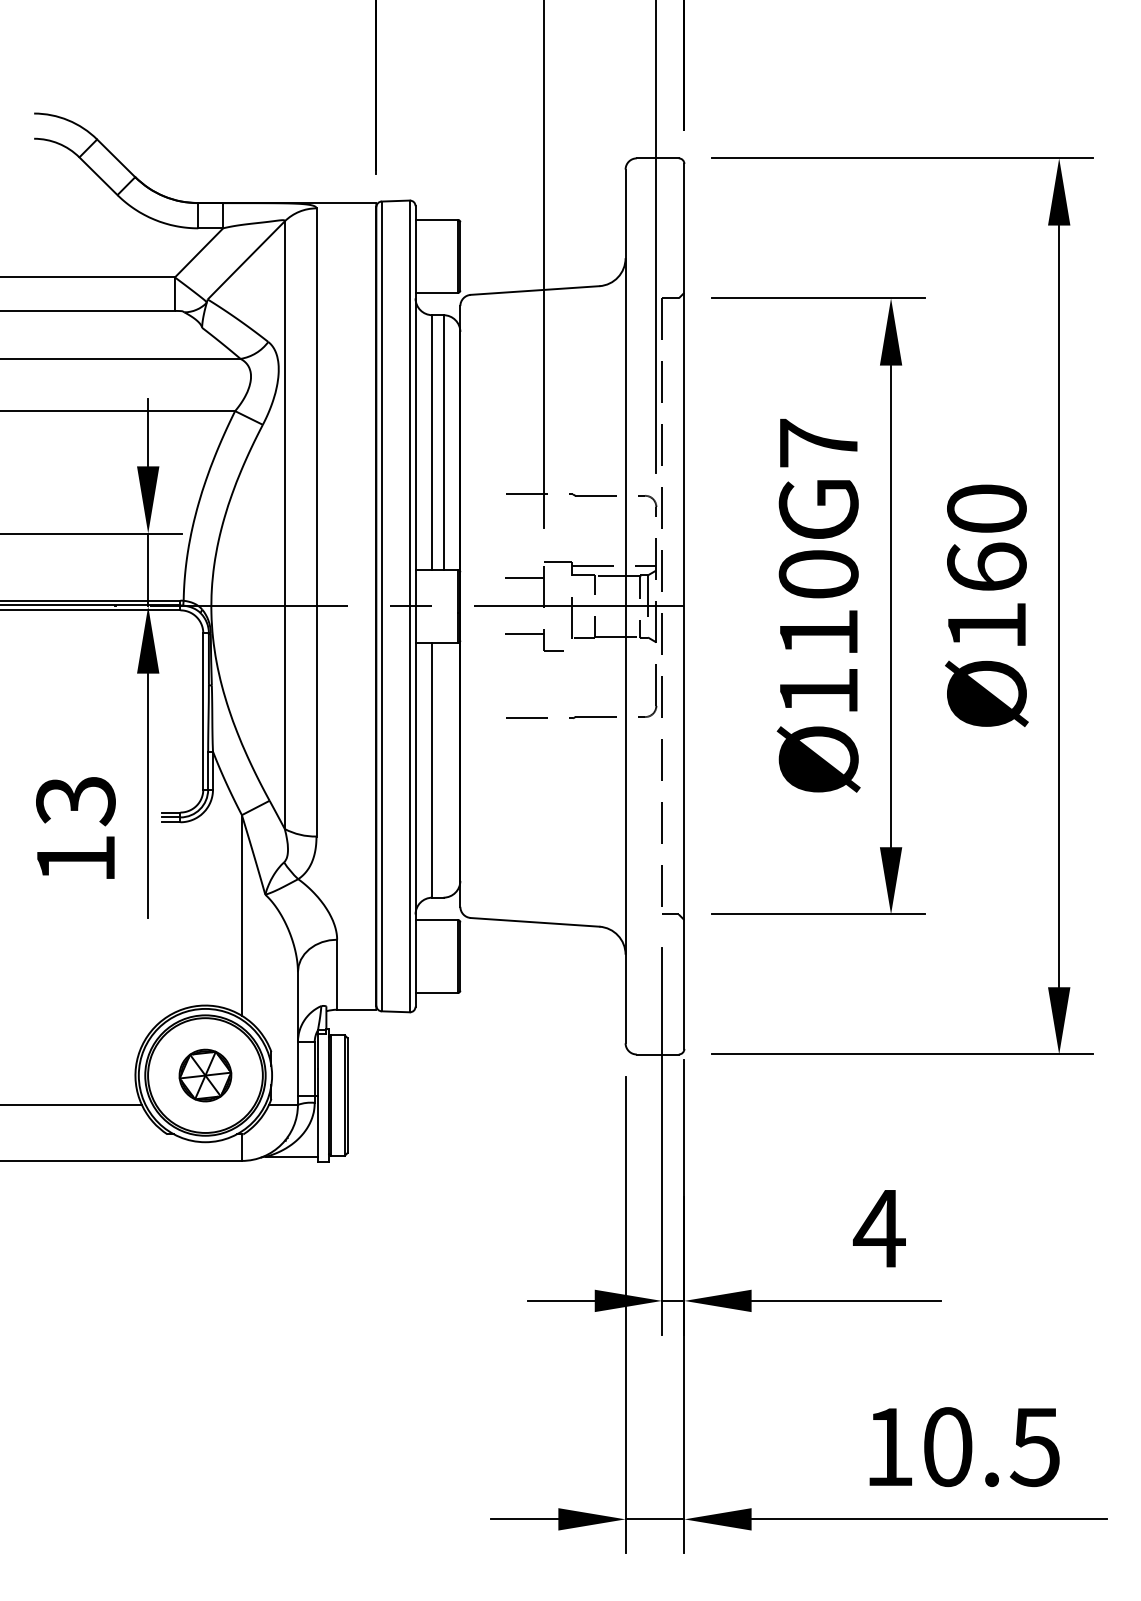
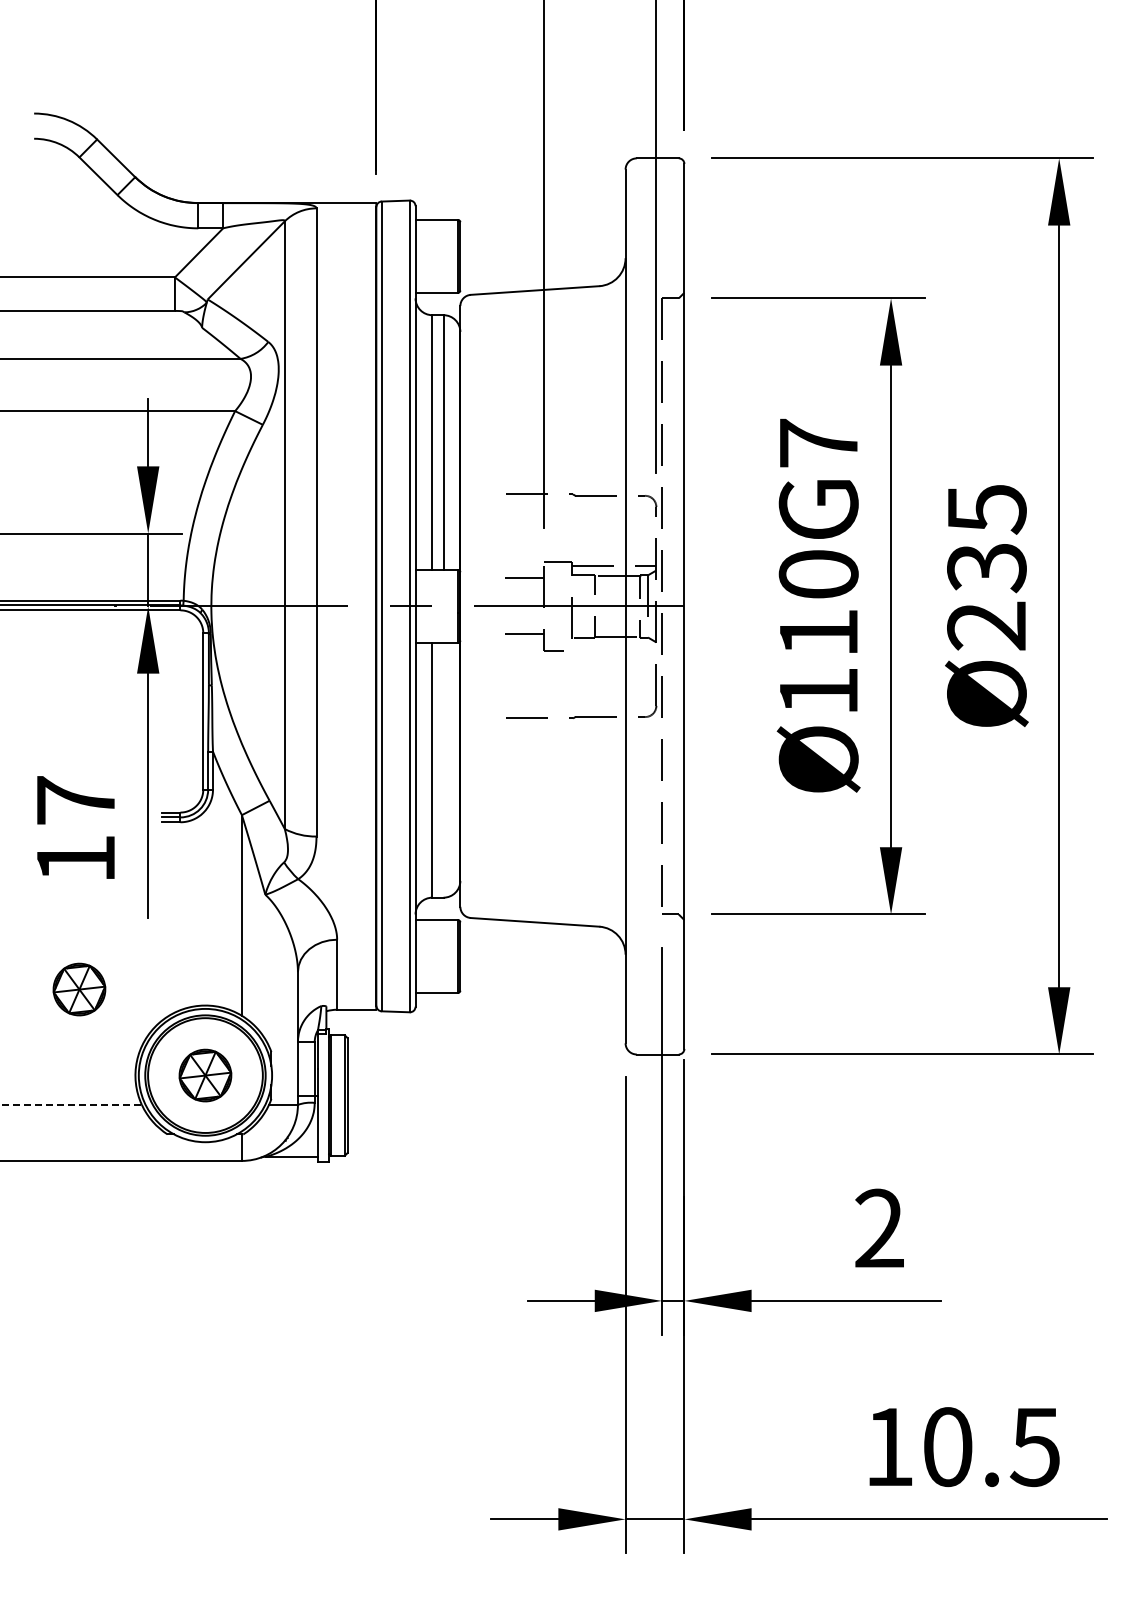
text at (986, 567): Ø160 -> Ø235
text at (75, 801): 13 -> 17
part at (79, 989): none -> present
line at (71, 1104): solid -> dashed
text at (878, 1227): 4 -> 2
